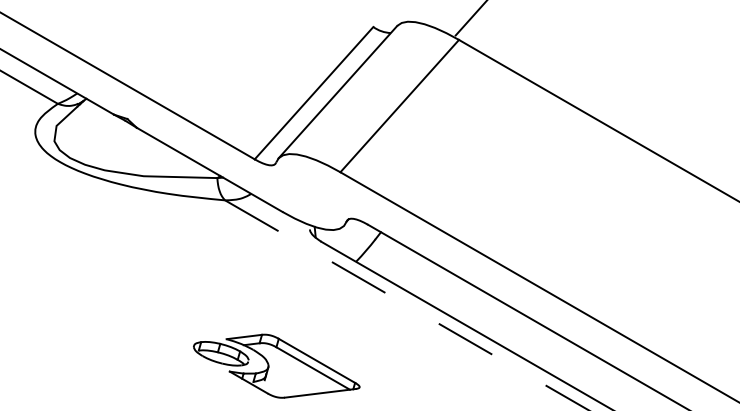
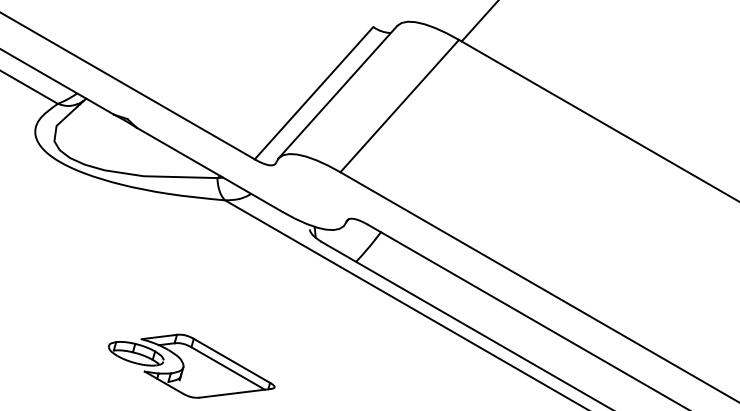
line at (470, 18) position: (470, 18) -> (479, 21)
line at (407, 305): dashed -> solid
part at (276, 365) position: (276, 365) -> (191, 365)
